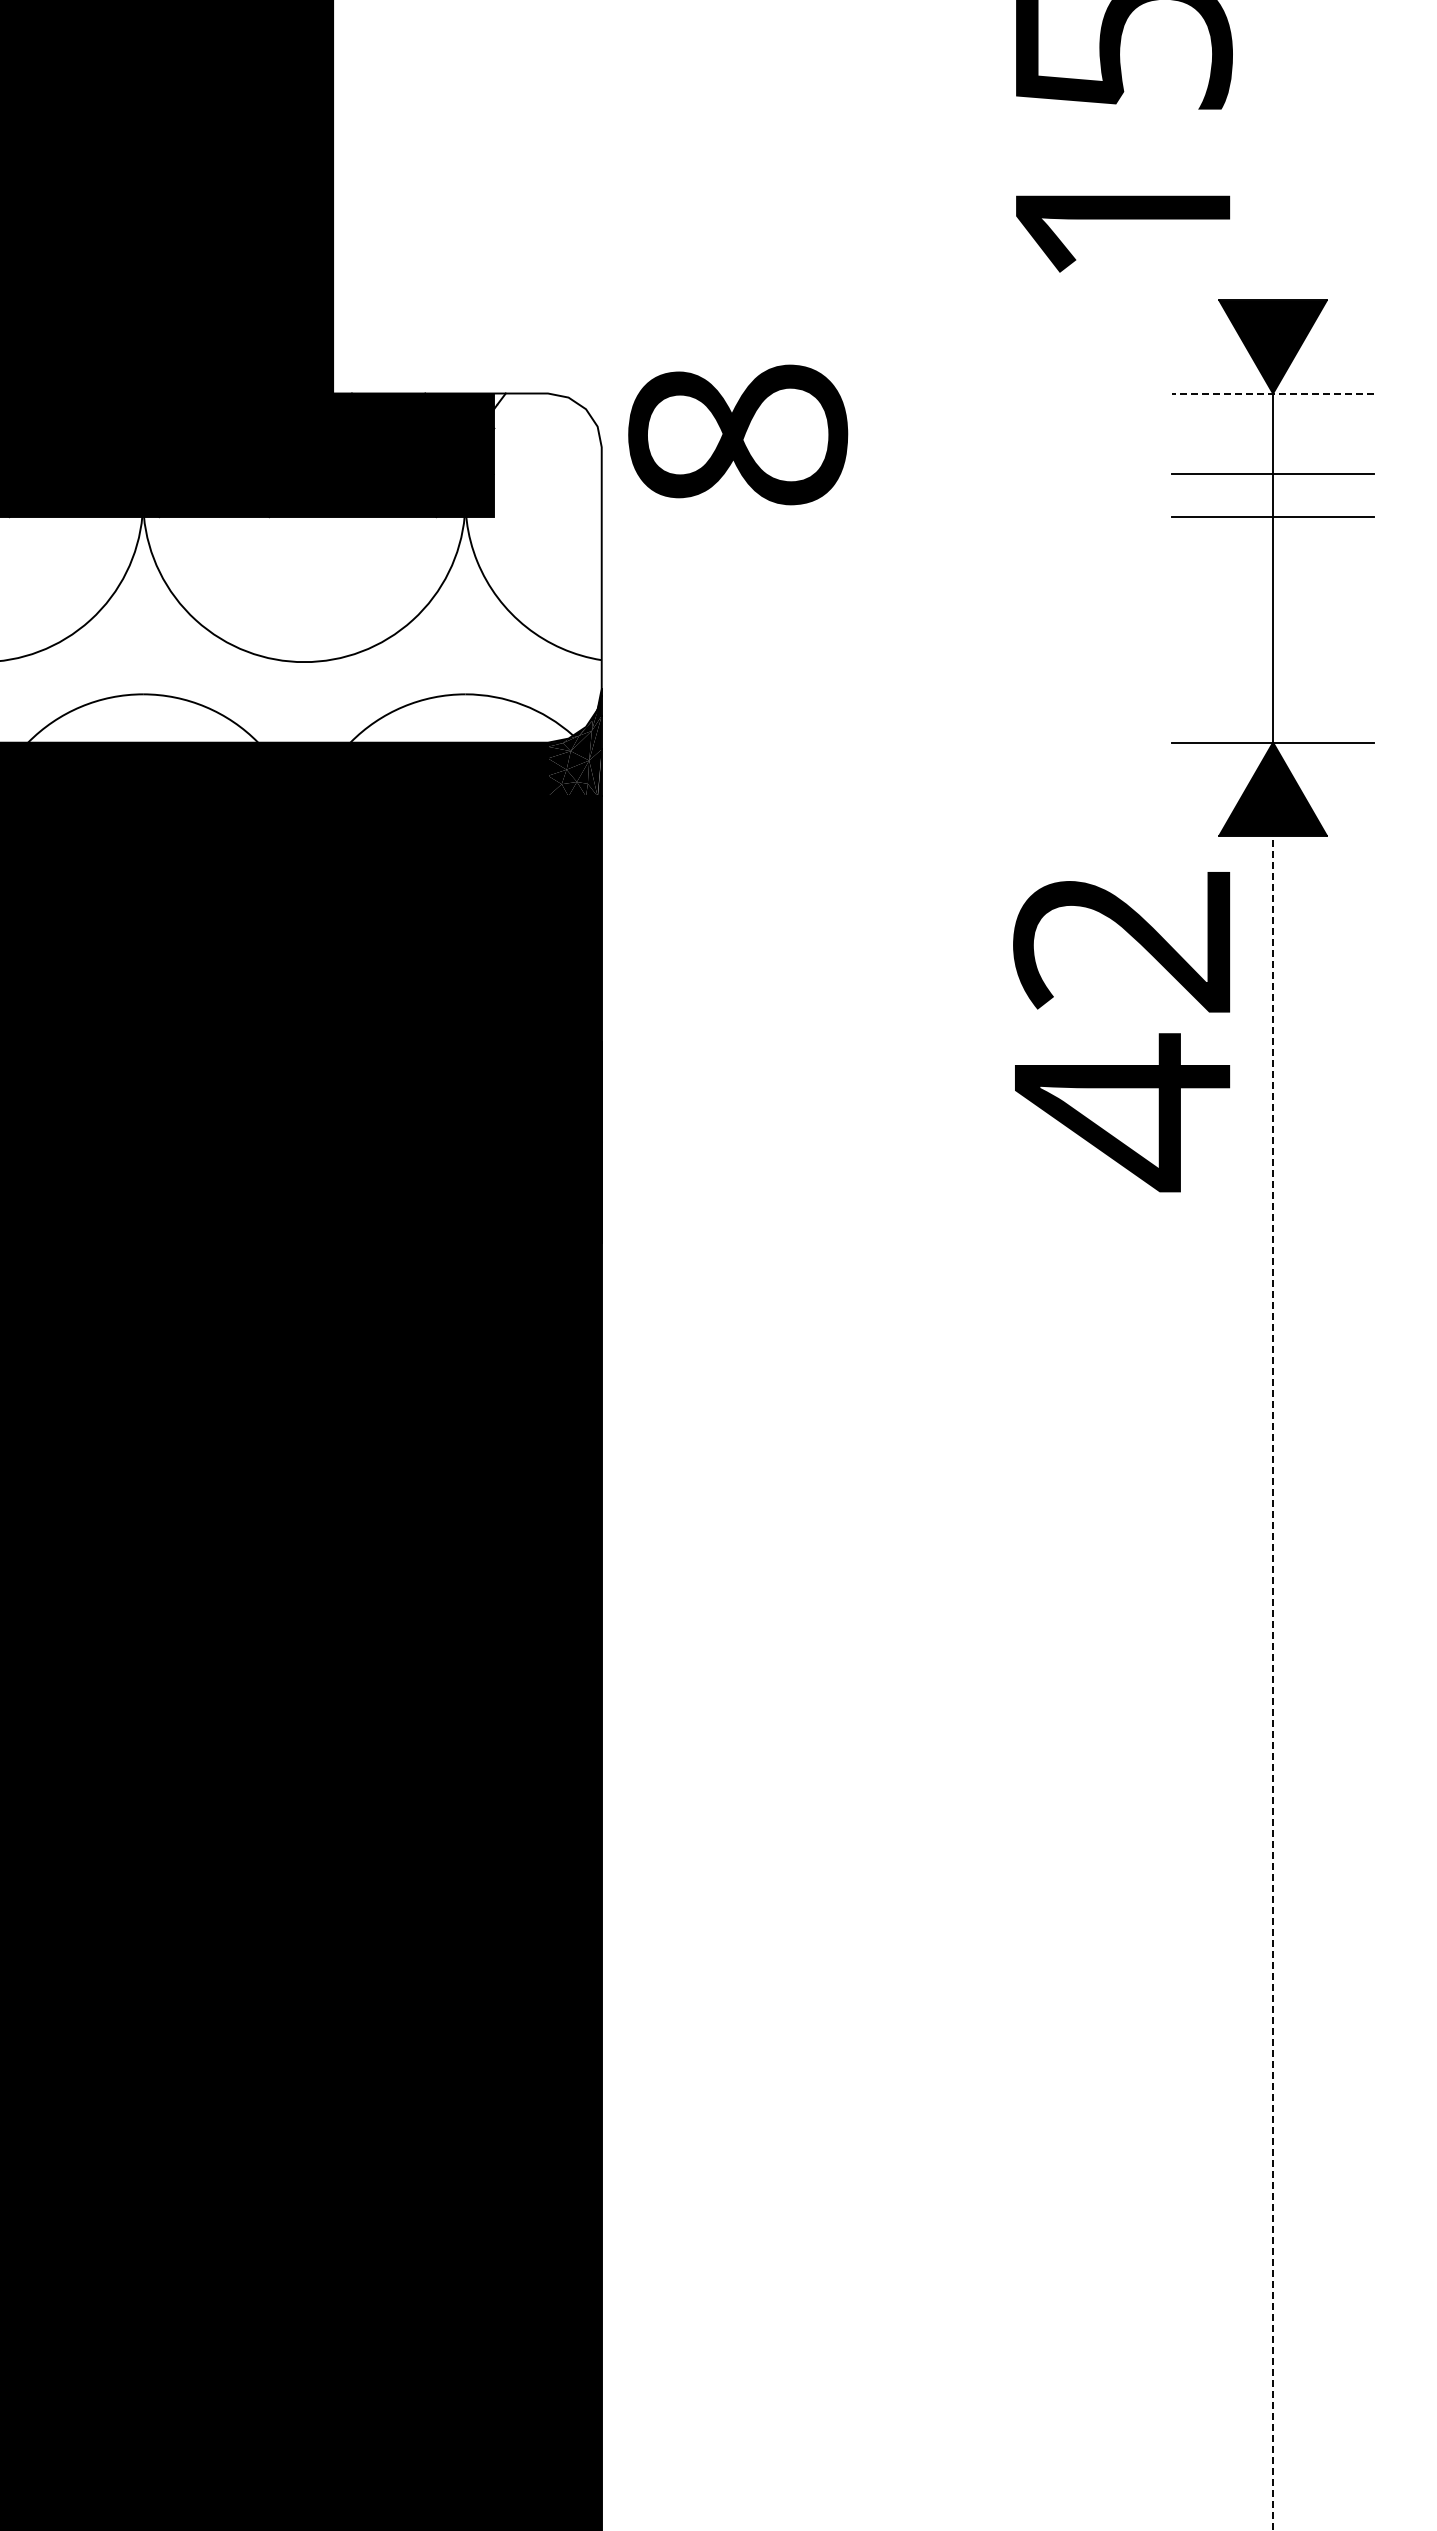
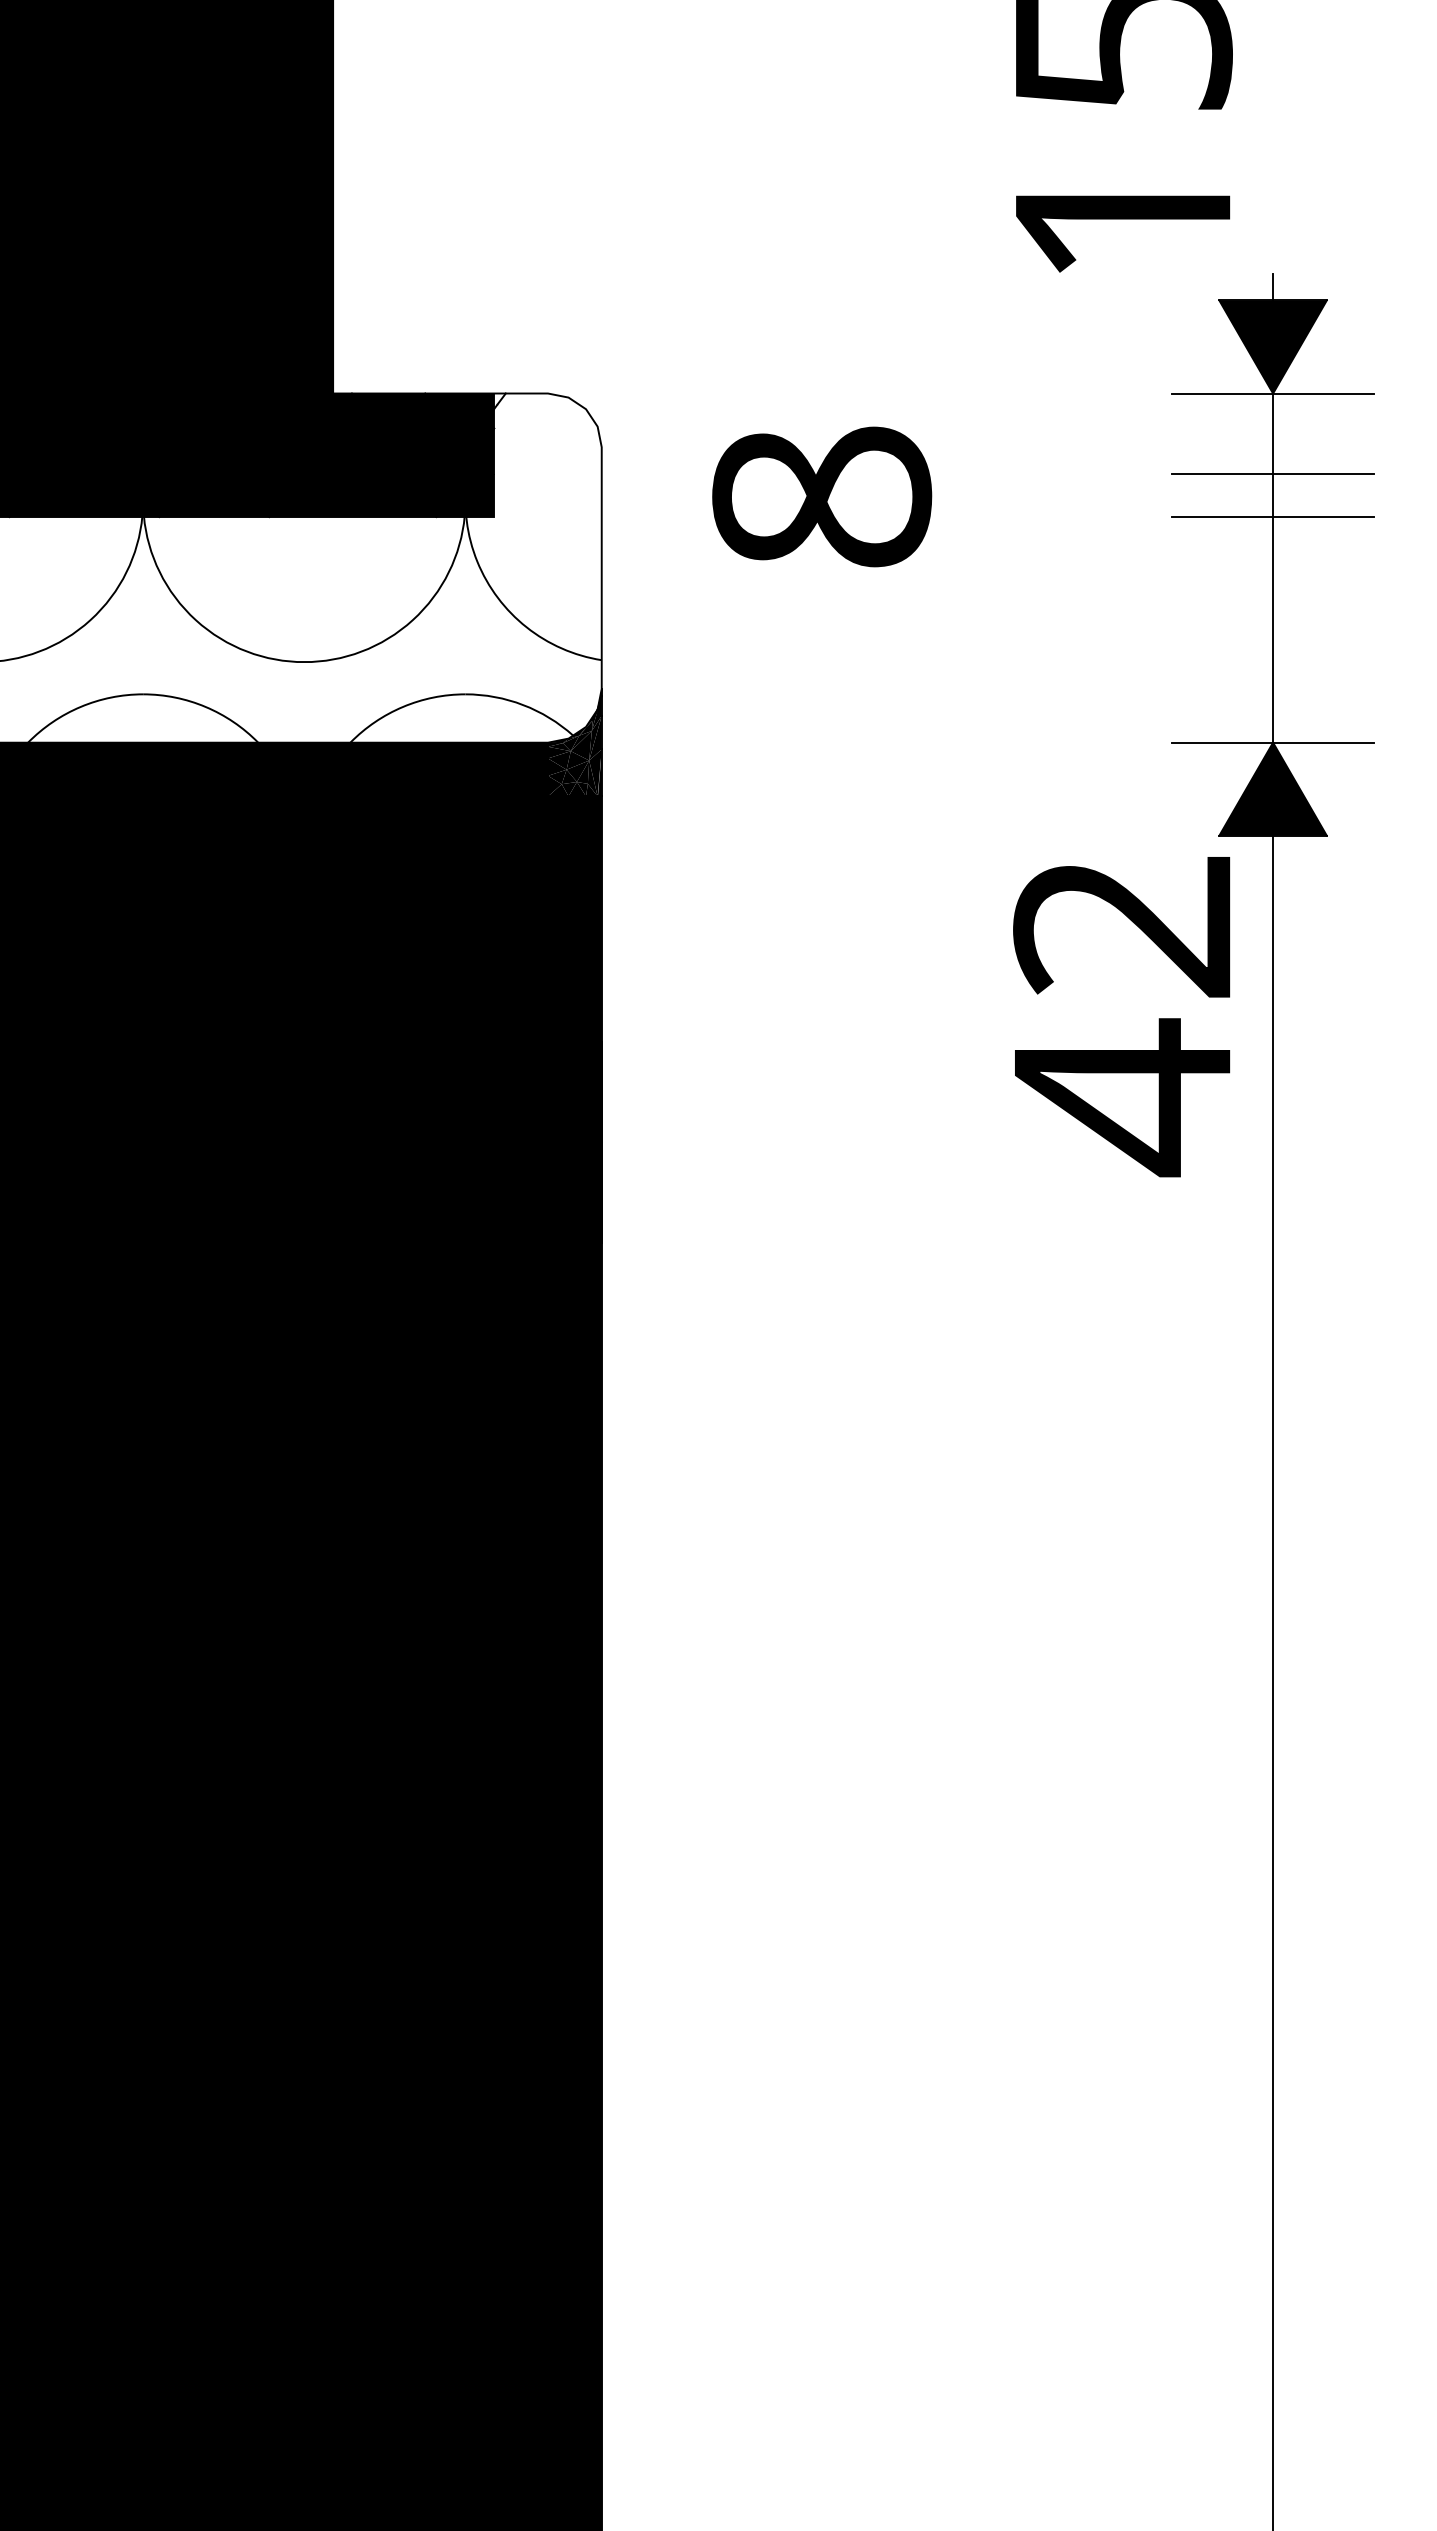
line at (1273, 286): none -> present
line at (1273, 393): dashed -> solid
text at (738, 434) position: (738, 434) -> (822, 496)
text at (1121, 1032) position: (1121, 1032) -> (1121, 1017)
line at (1273, 1682): dashed -> solid
